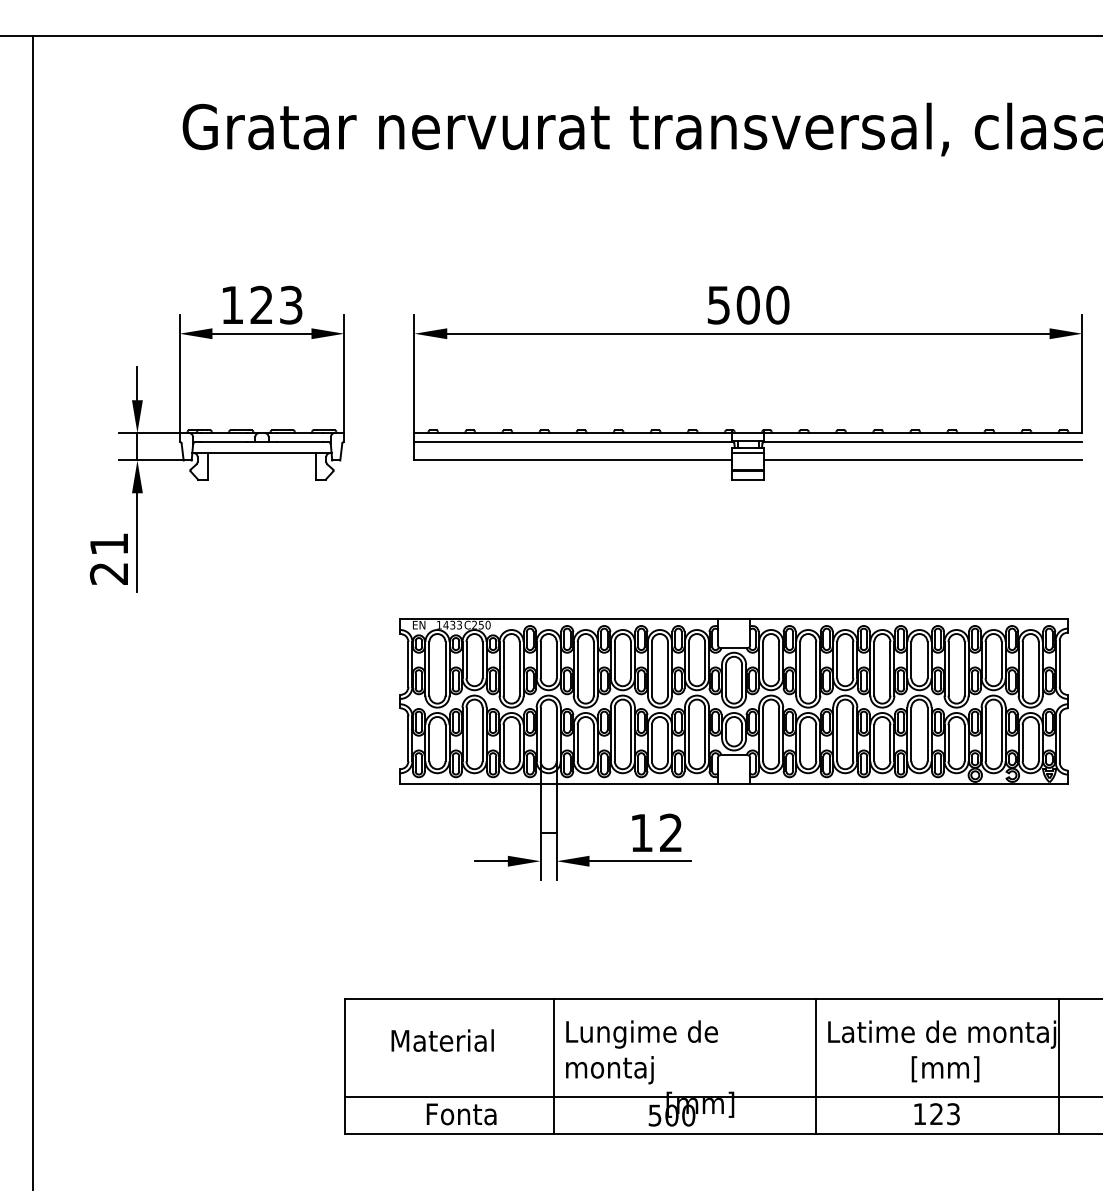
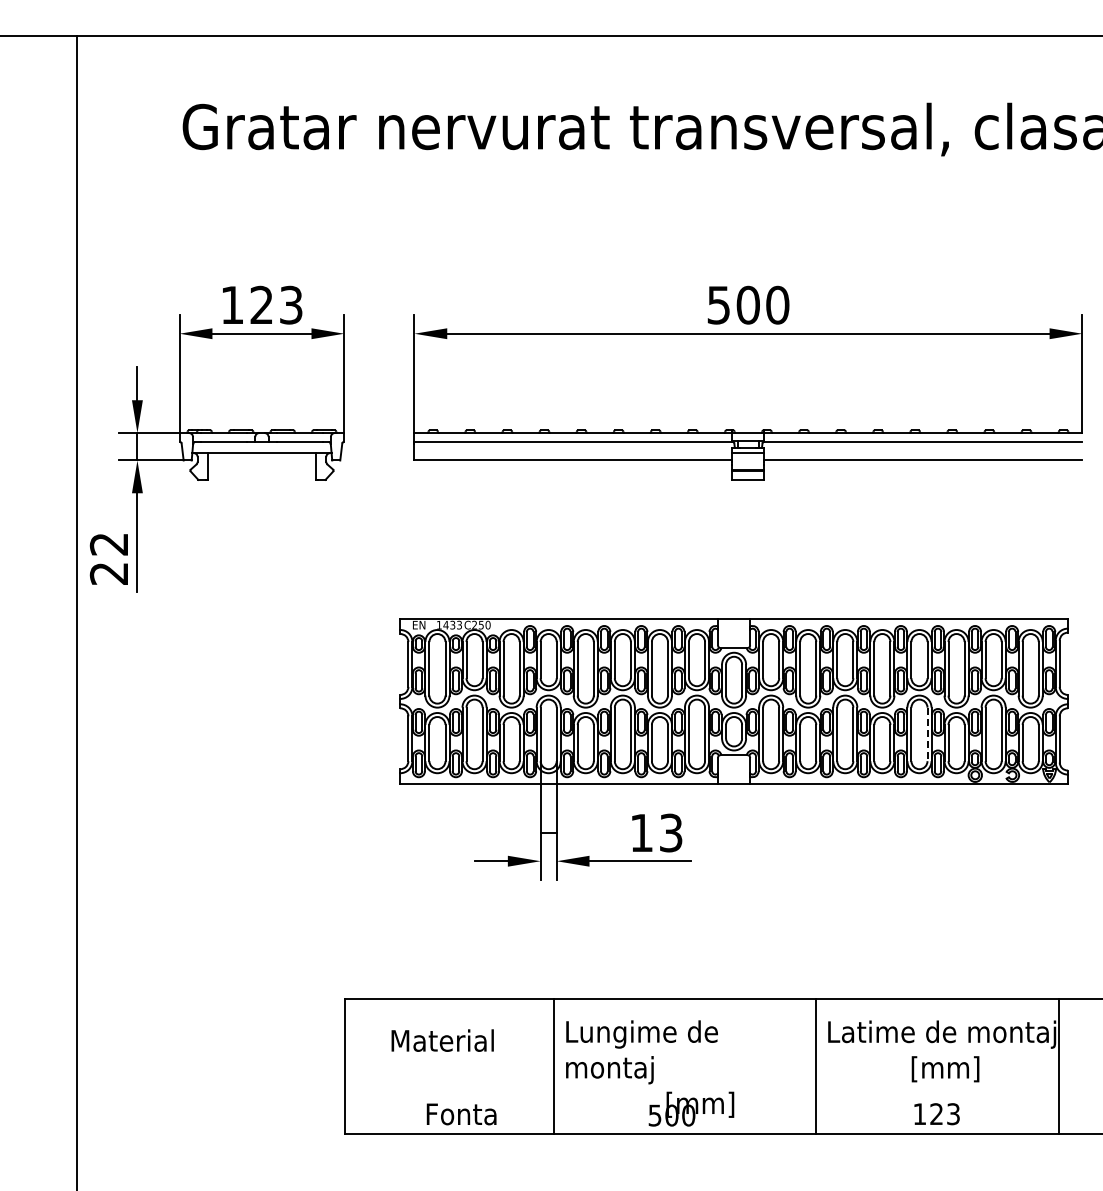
text at (108, 544): 21 -> 22
line at (33, 611) position: (33, 611) -> (77, 611)
line at (927, 734): solid -> dashed
text at (671, 832): 12 -> 13
line at (721, 1097): present -> none
